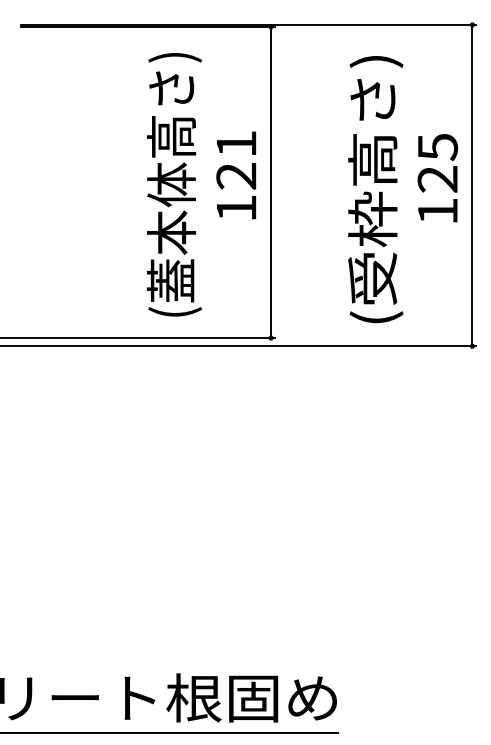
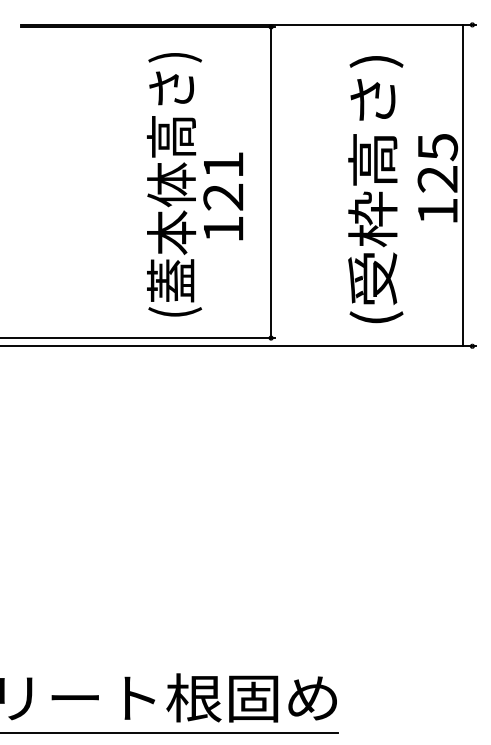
text at (236, 175) position: (236, 175) -> (223, 196)
line at (472, 185) position: (472, 185) -> (463, 185)
